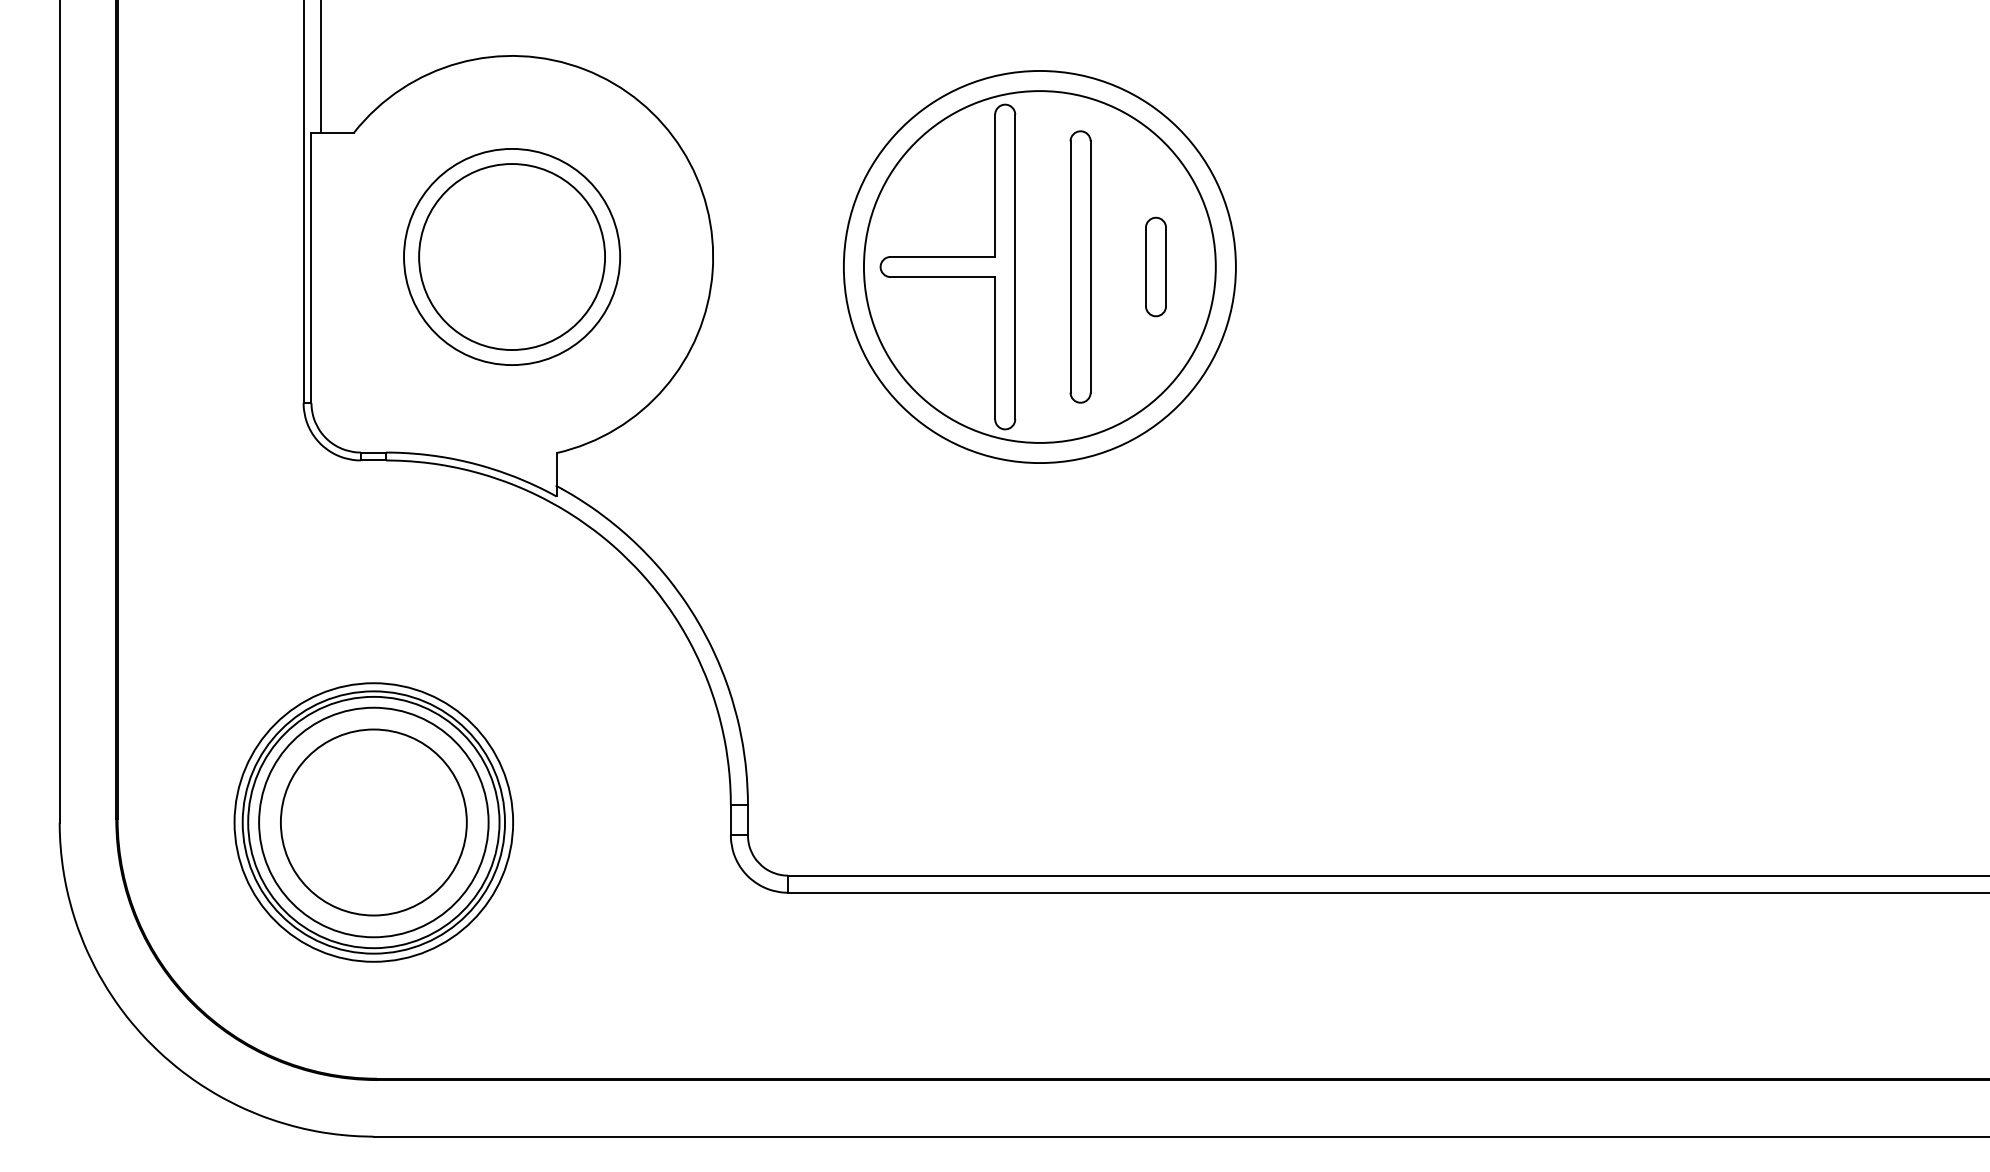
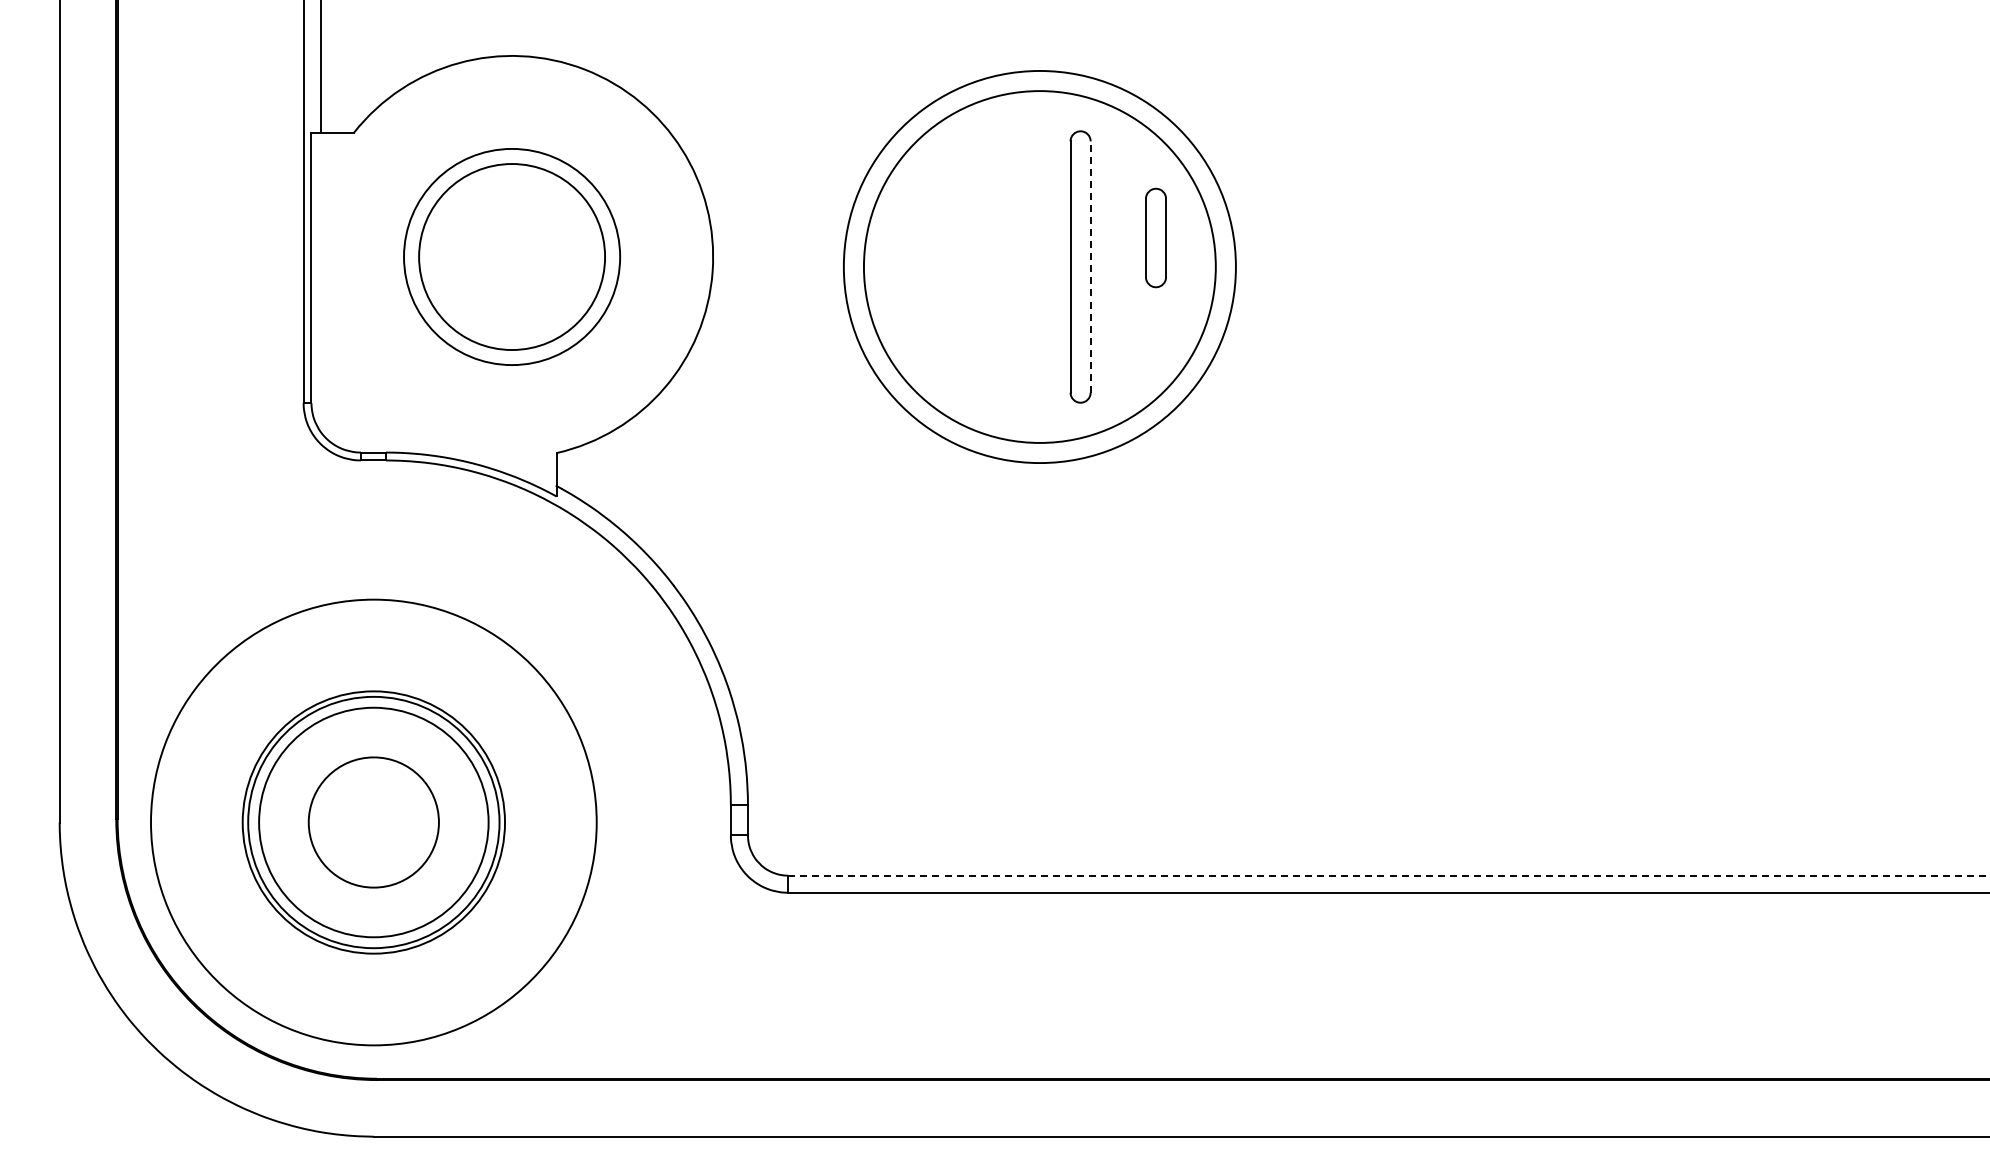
part at (947, 266): present -> none
part at (1155, 266) position: (1155, 266) -> (1155, 237)
line at (1090, 267): solid -> dashed
circle at (373, 822) diameter: 186 px -> 130 px
circle at (373, 822) diameter: 279 px -> 446 px
line at (1389, 875): solid -> dashed
